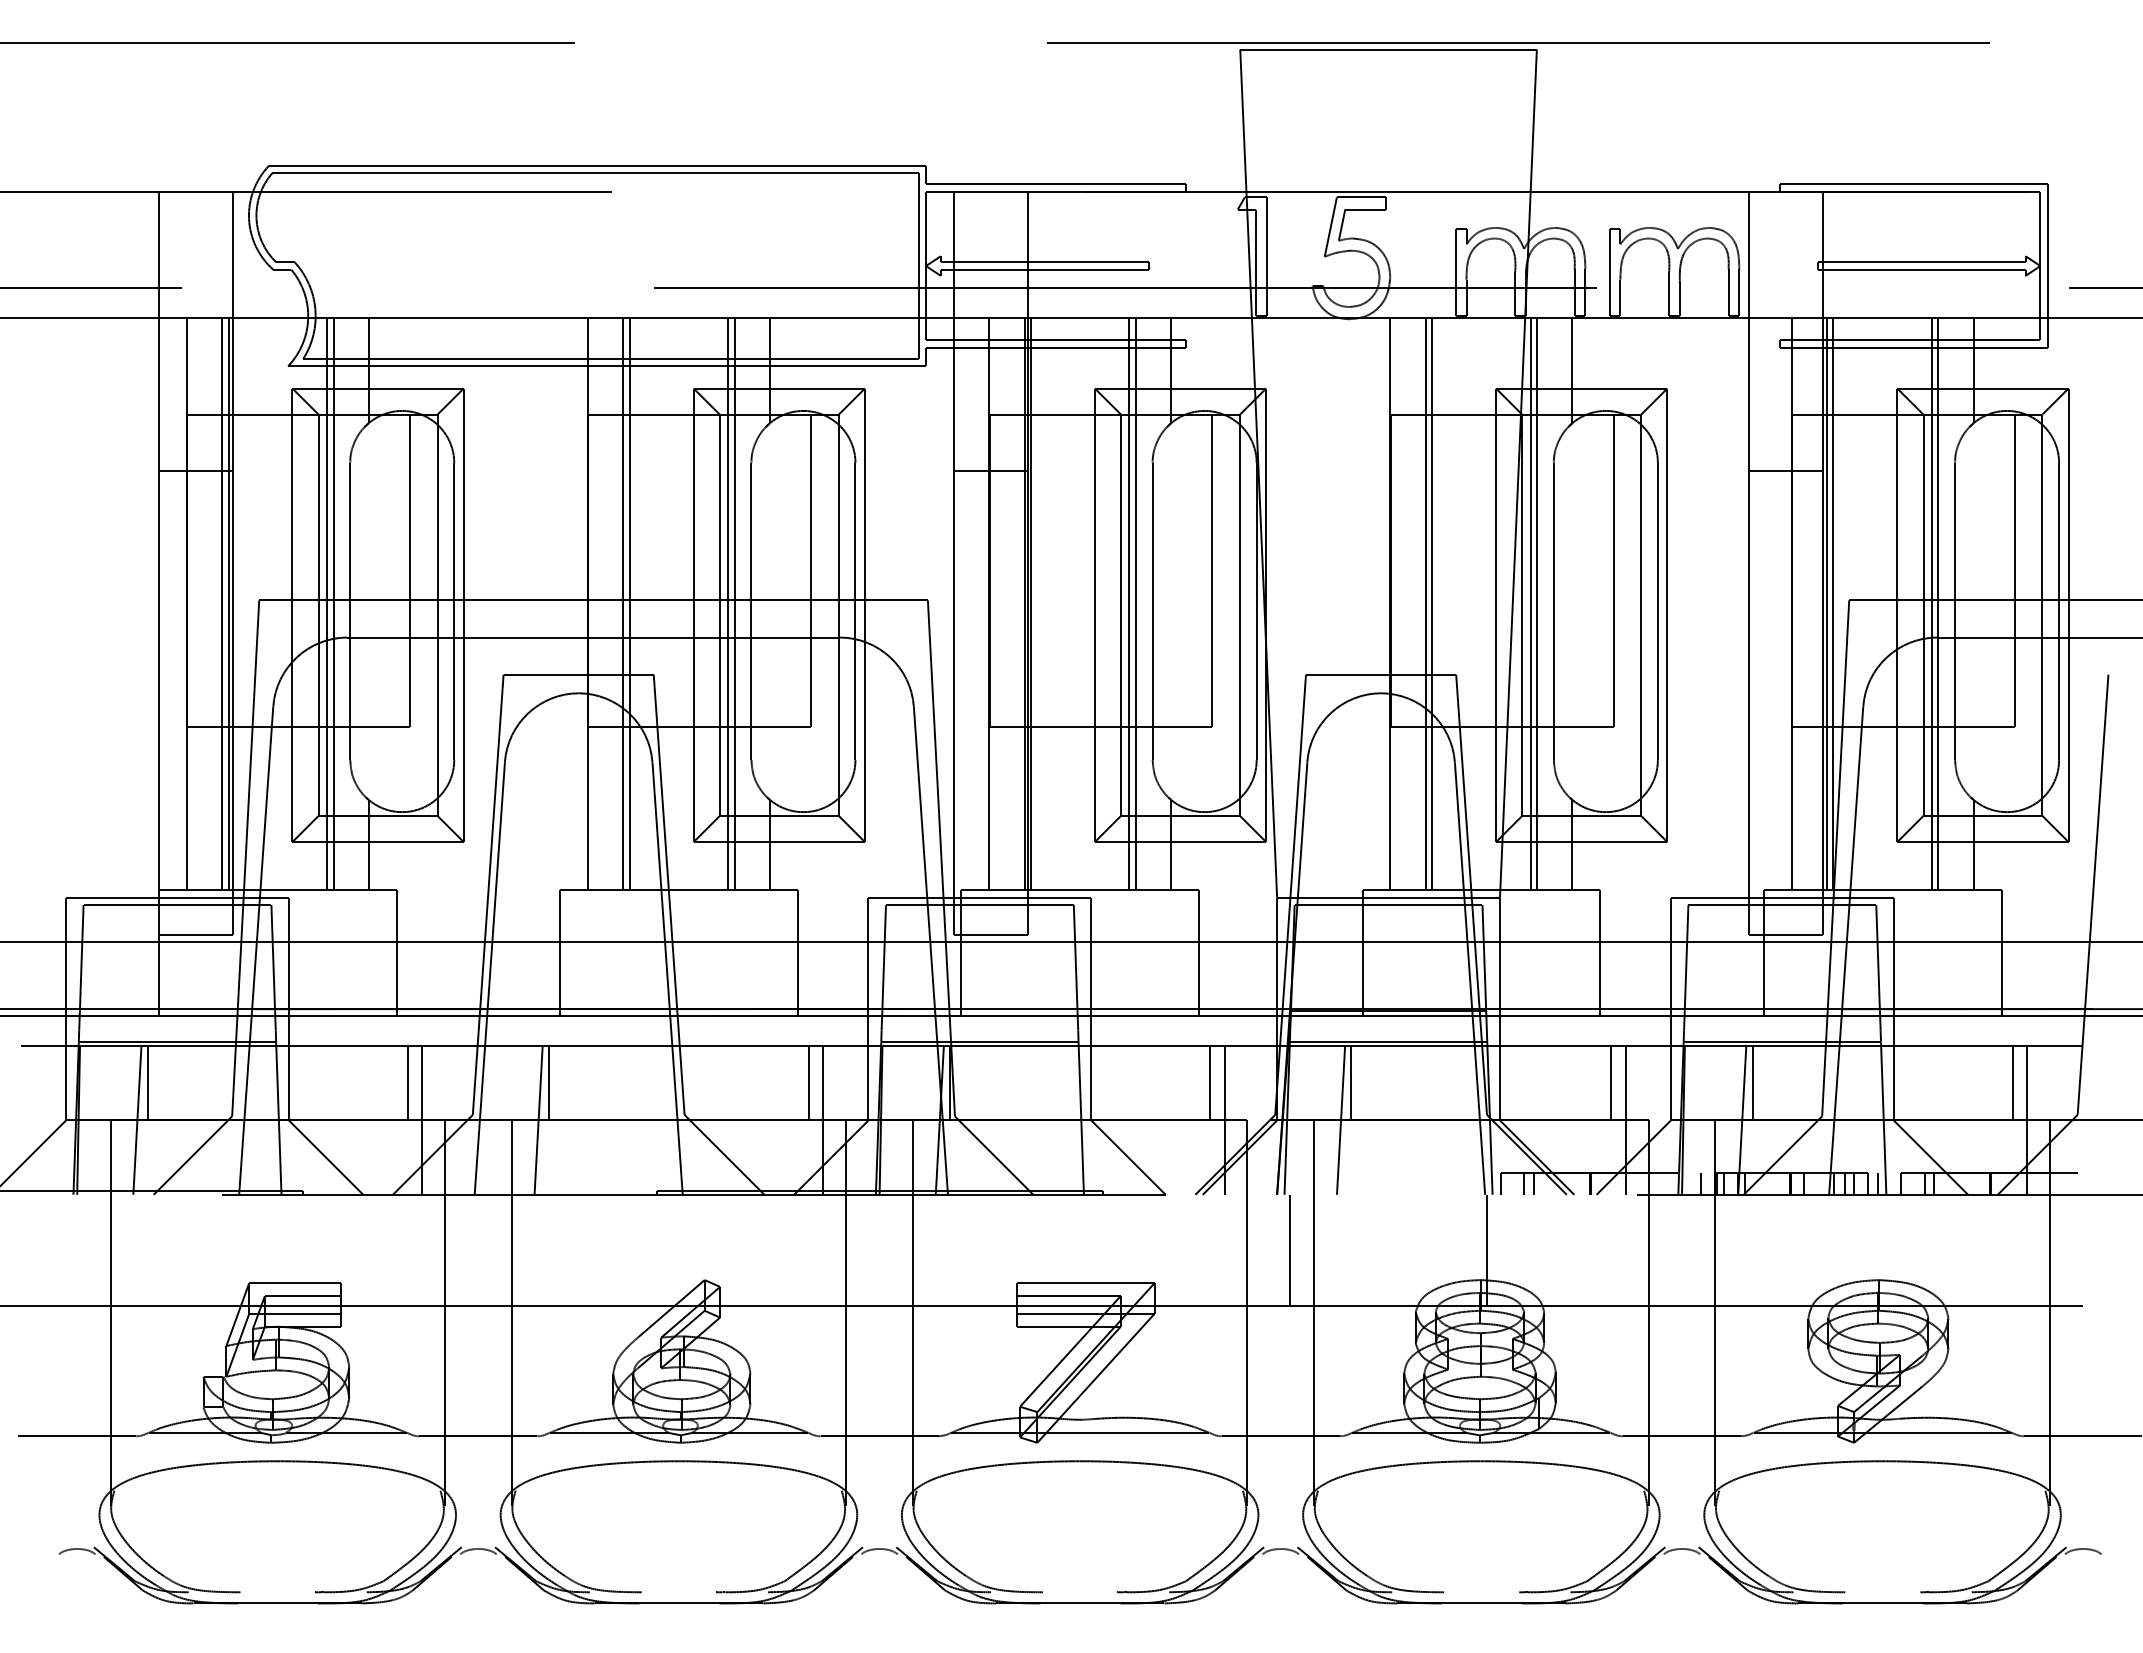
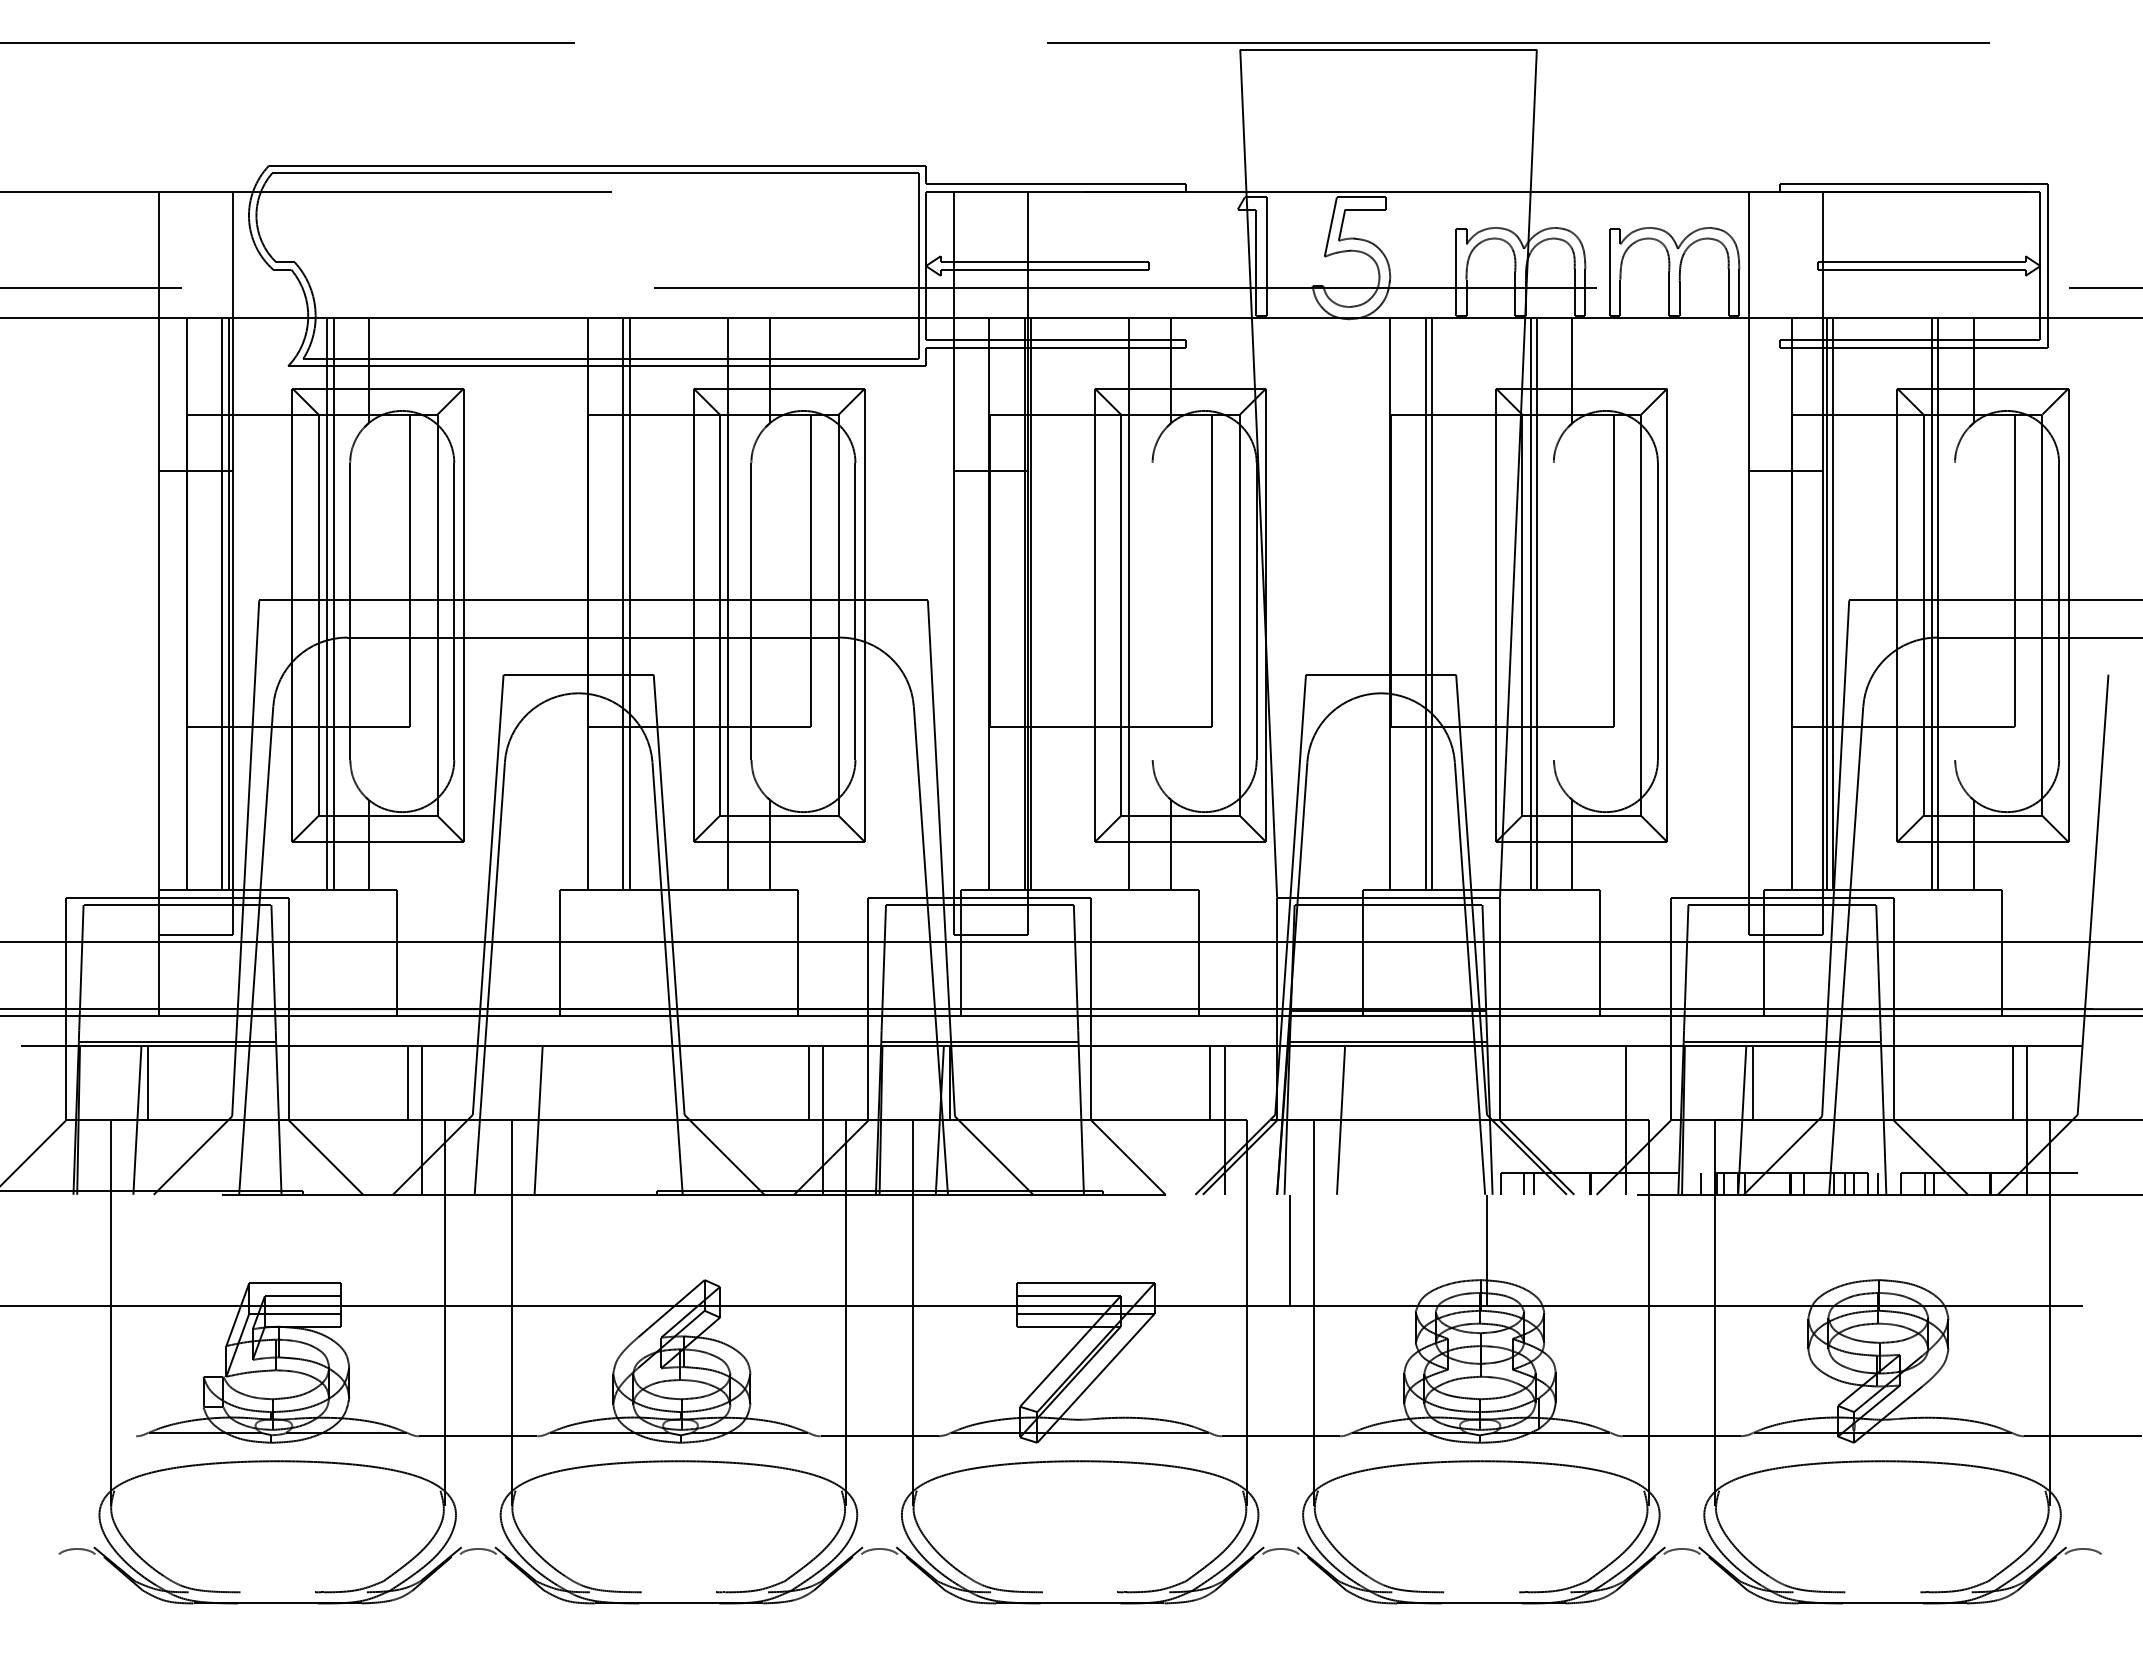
line at (734, 604): present -> none
line at (1135, 604): present -> none
line at (1152, 611): present -> none
line at (1553, 611): present -> none
line at (1955, 611): present -> none
line at (548, 1083): present -> none
line at (1351, 1083): present -> none
line at (1611, 1083): present -> none
line at (77, 1436): present -> none
